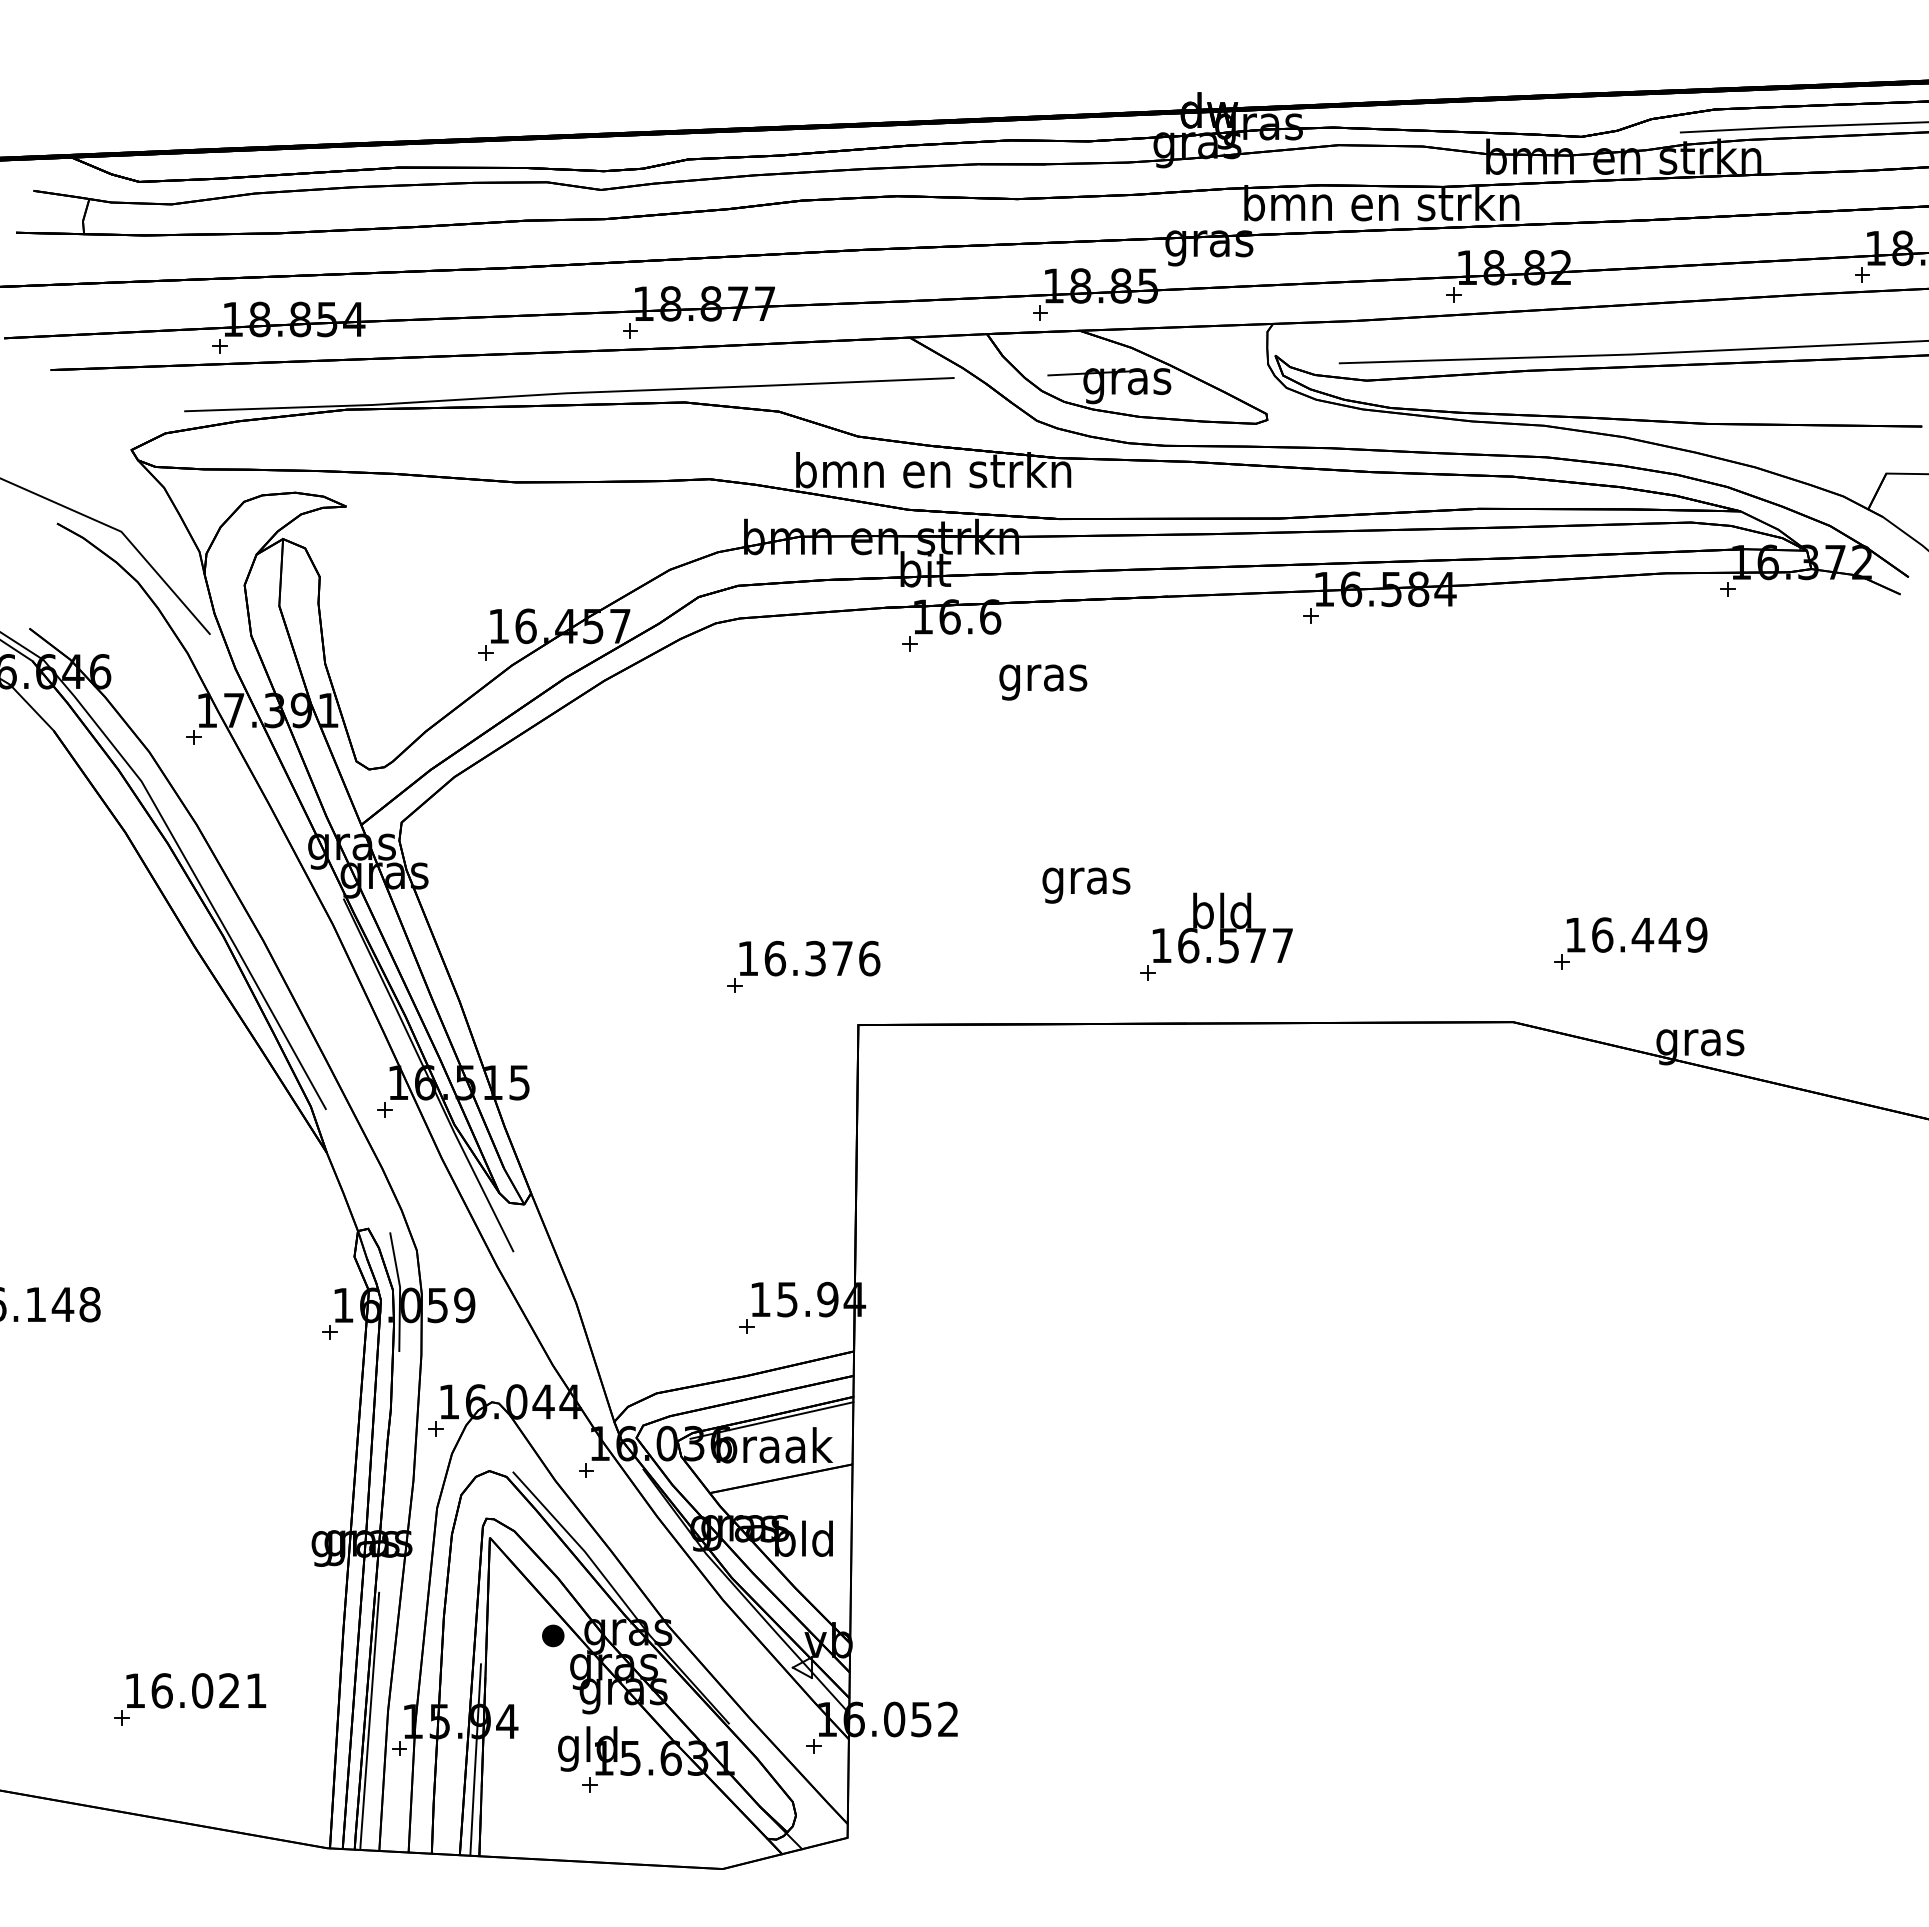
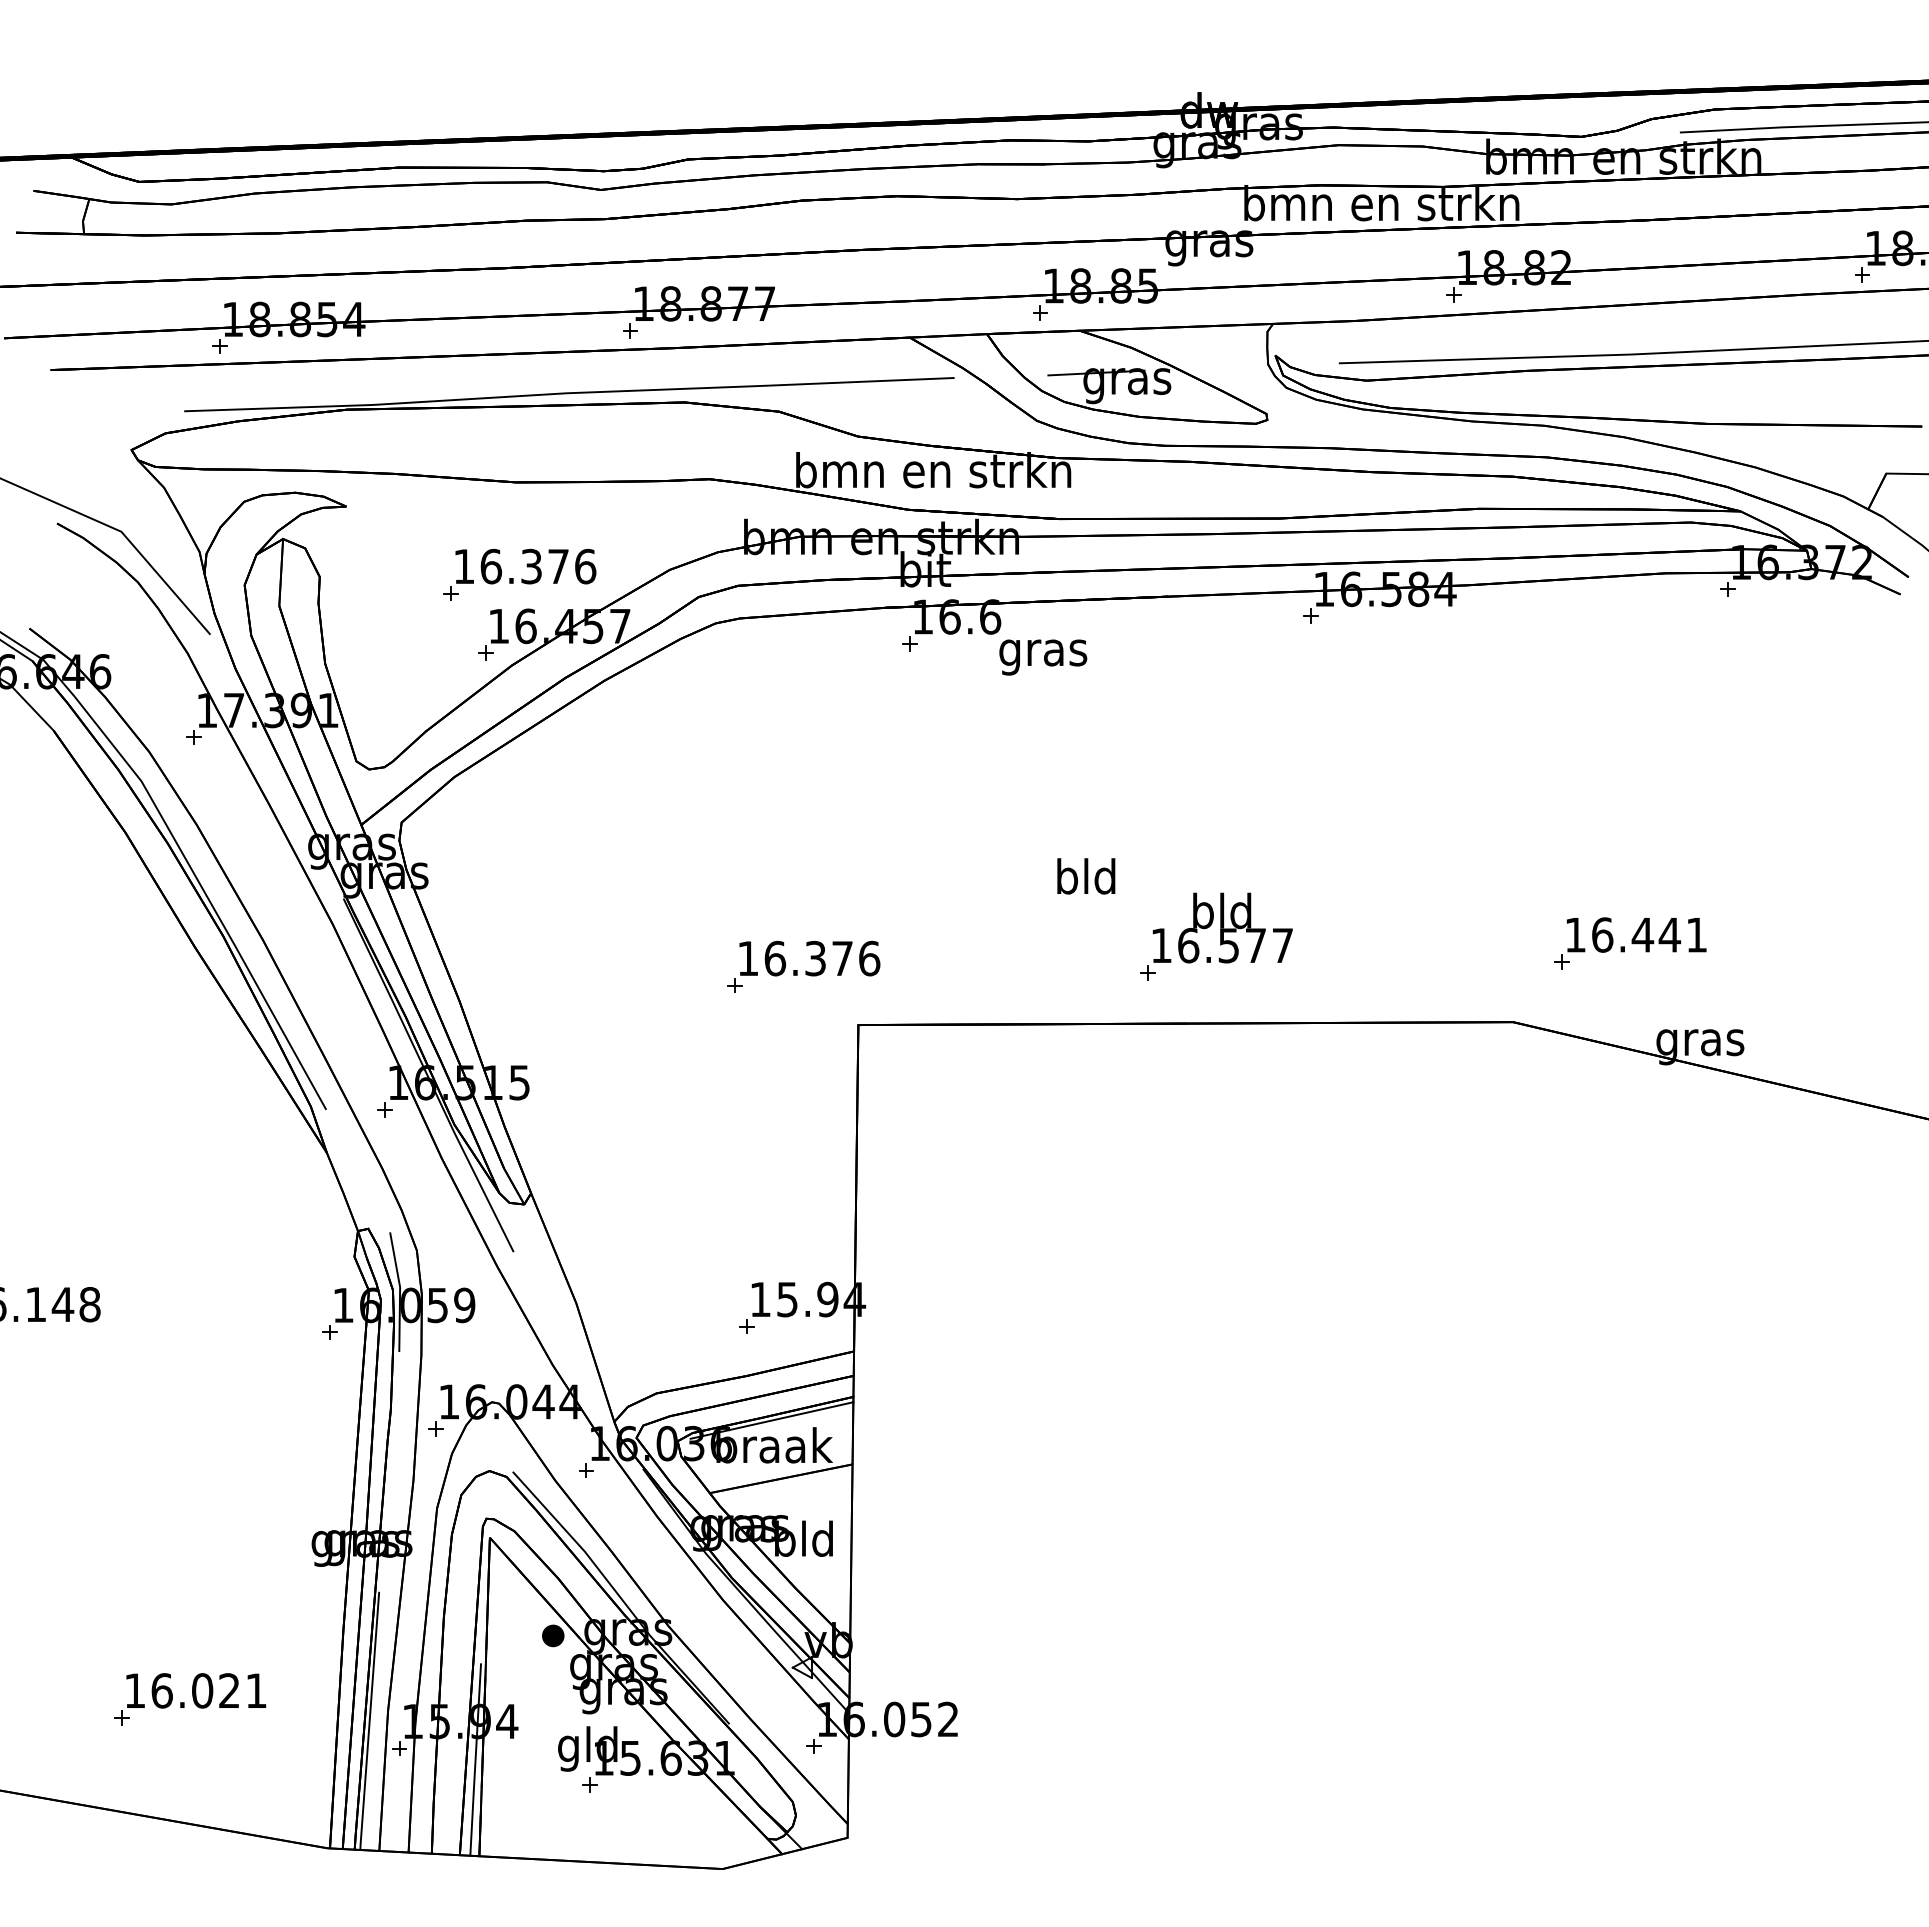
part at (519, 574): none -> present
text at (1043, 682) position: (1043, 682) -> (1043, 657)
text at (1086, 880): gras -> bld
text at (1696, 934): 16.449 -> 16.441
